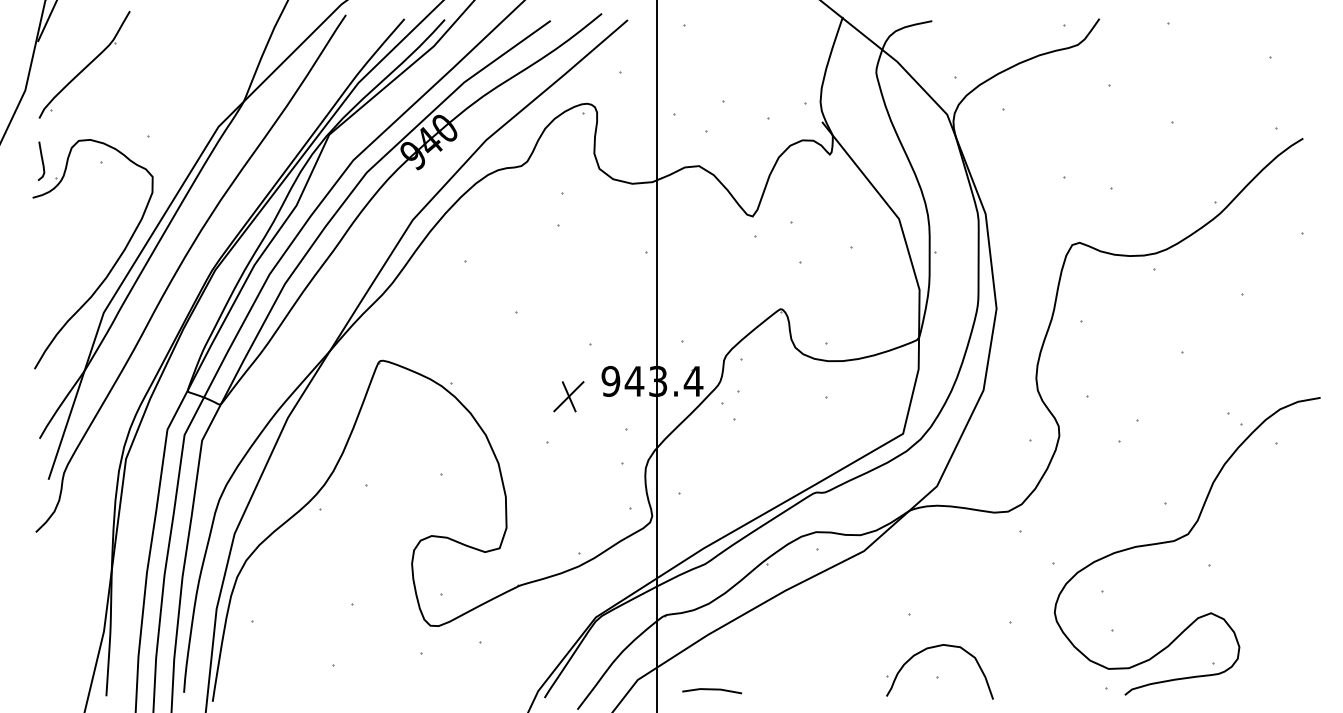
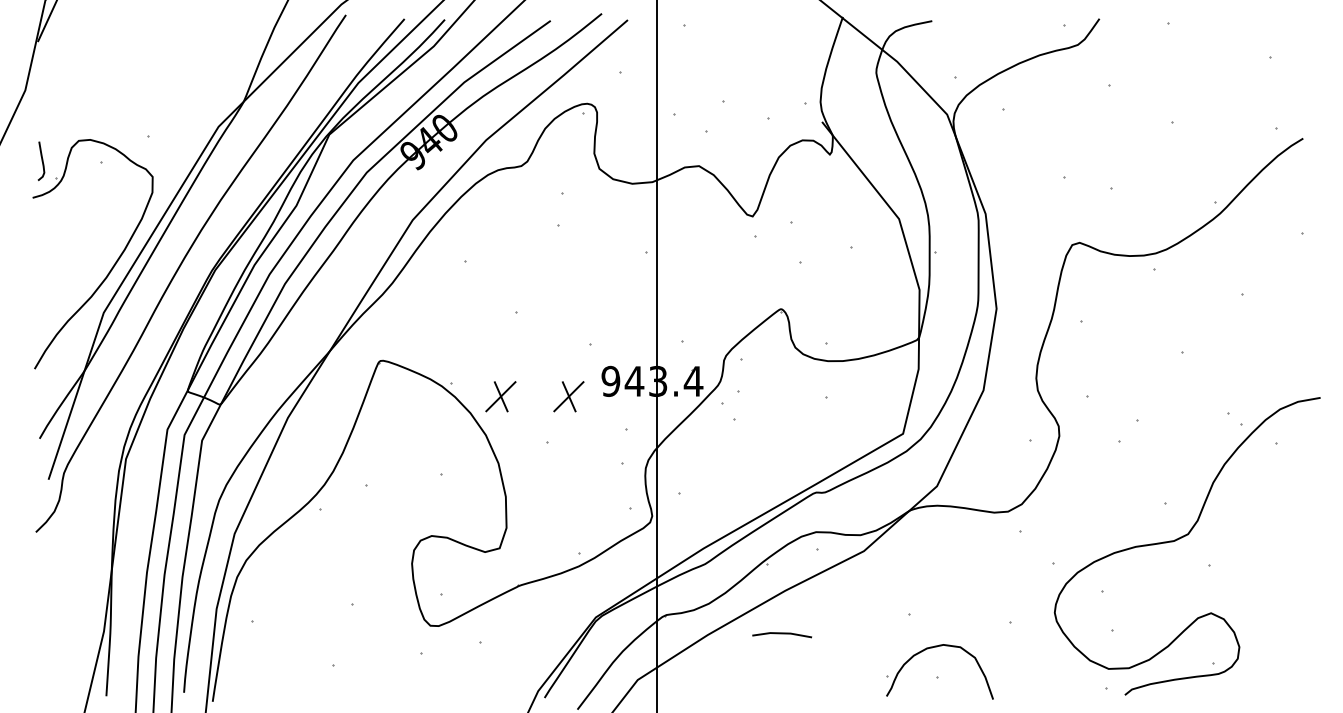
part at (84, 64): present -> none
part at (500, 396): none -> present
line at (712, 690) position: (712, 690) -> (782, 634)
